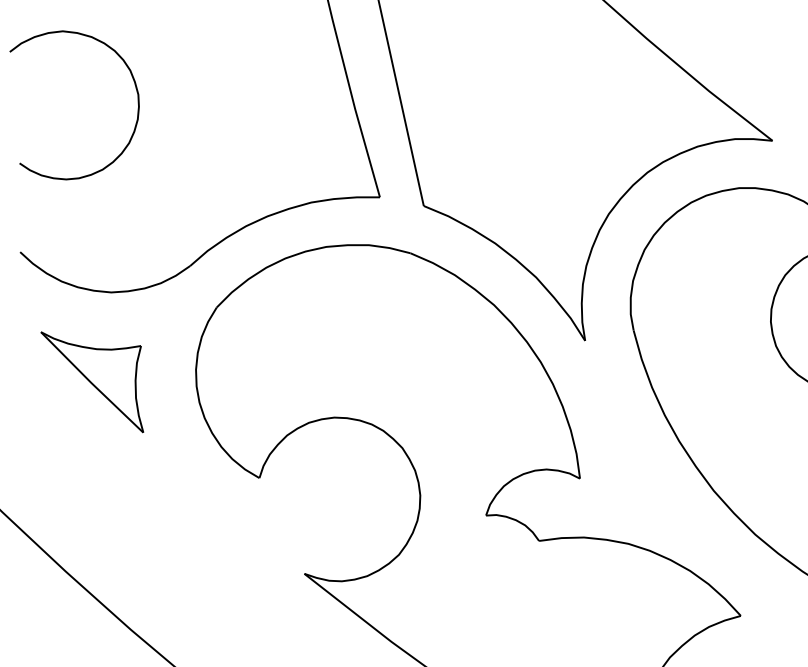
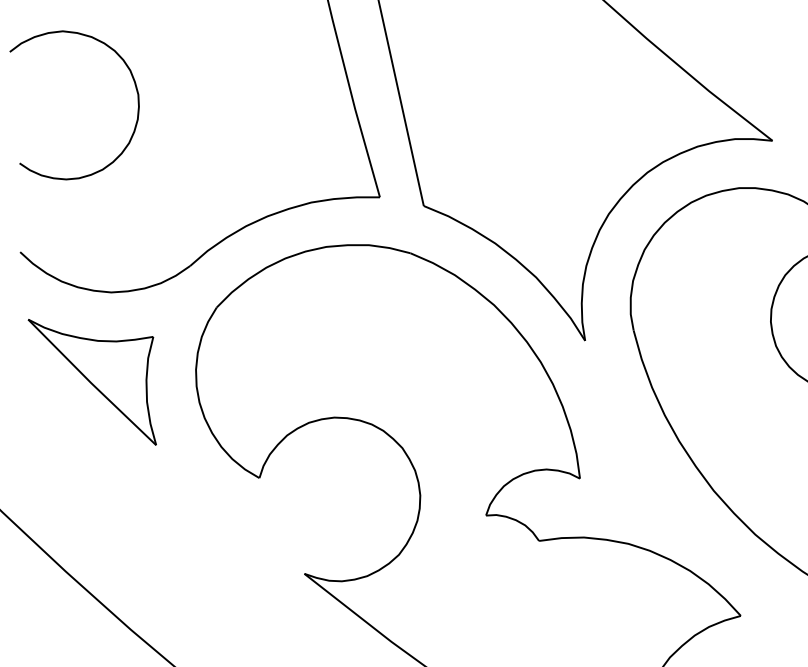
part at (92, 382) size: 105x103 px -> 130x127 px
